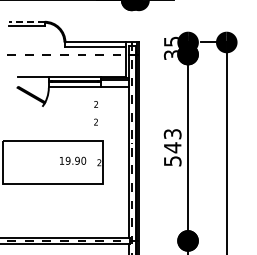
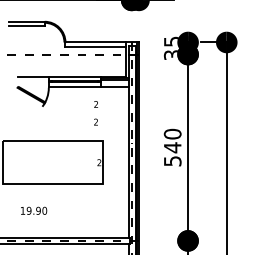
line at (26, 21): dashed -> solid
text at (172, 133): 543 -> 540
text at (73, 160) position: (73, 160) -> (34, 210)
